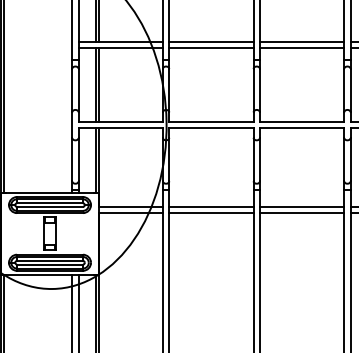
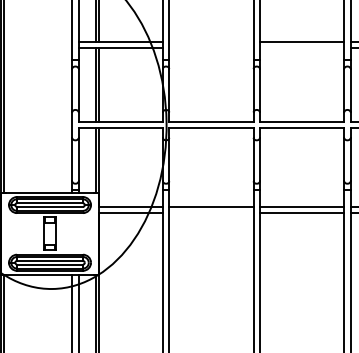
line at (211, 42): present -> none
line at (211, 48): present -> none
line at (301, 48): present -> none
line at (211, 213): present -> none
